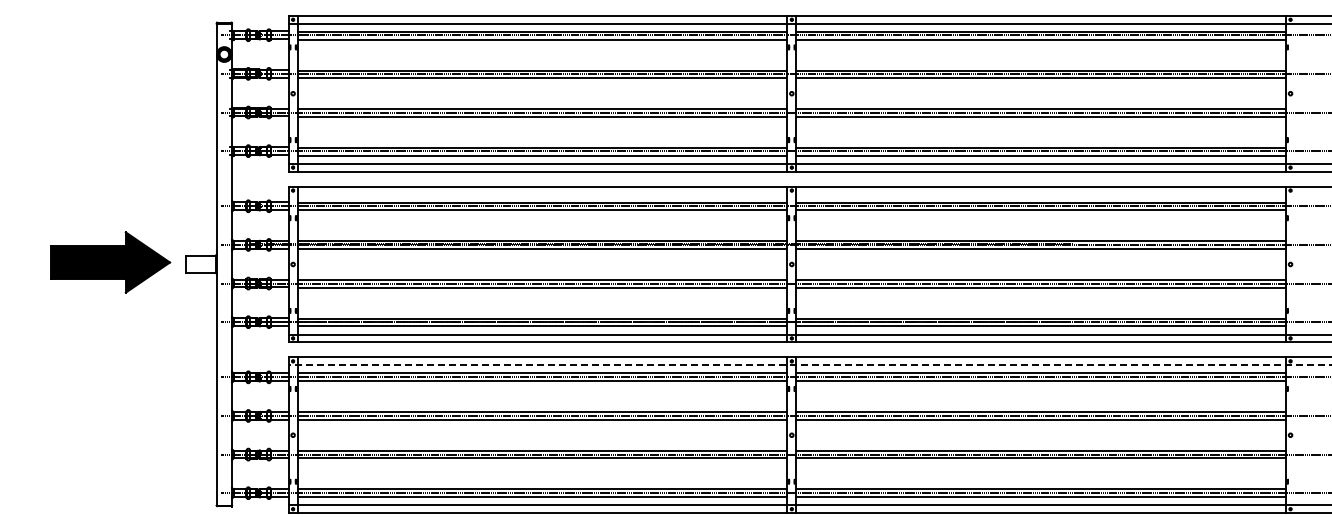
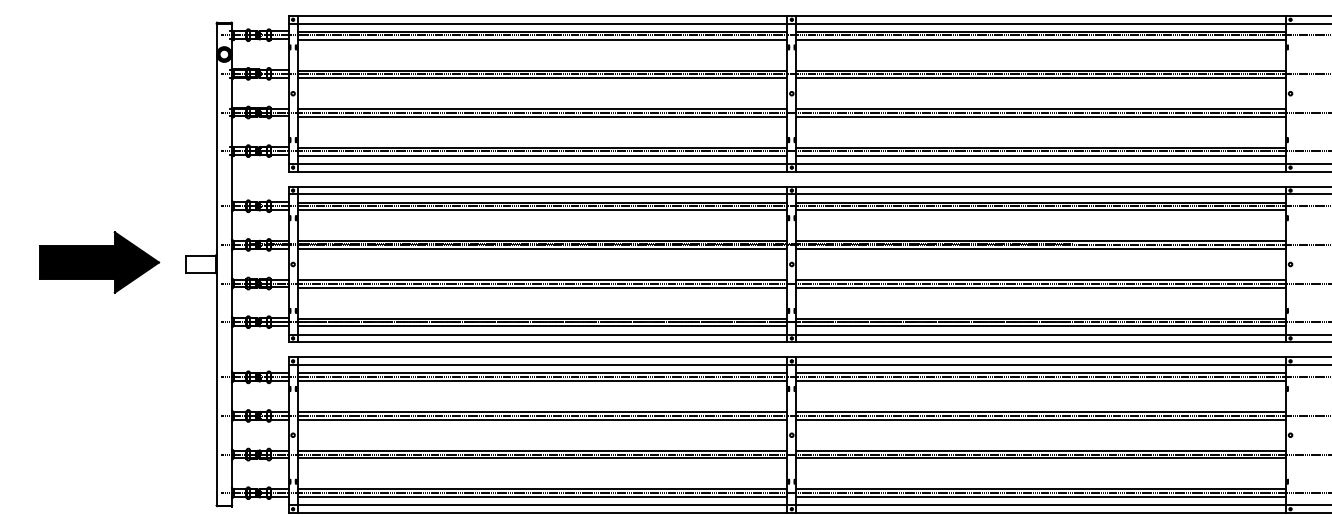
line at (808, 194): none -> present
part at (110, 262) position: (110, 262) -> (99, 262)
line at (809, 365): dashed -> solid
